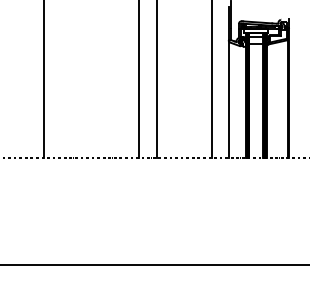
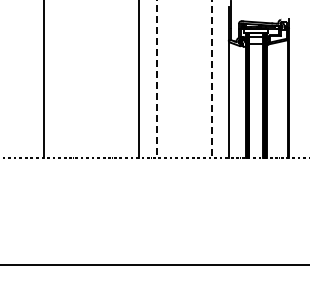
line at (156, 79): solid -> dashed
line at (212, 79): solid -> dashed
